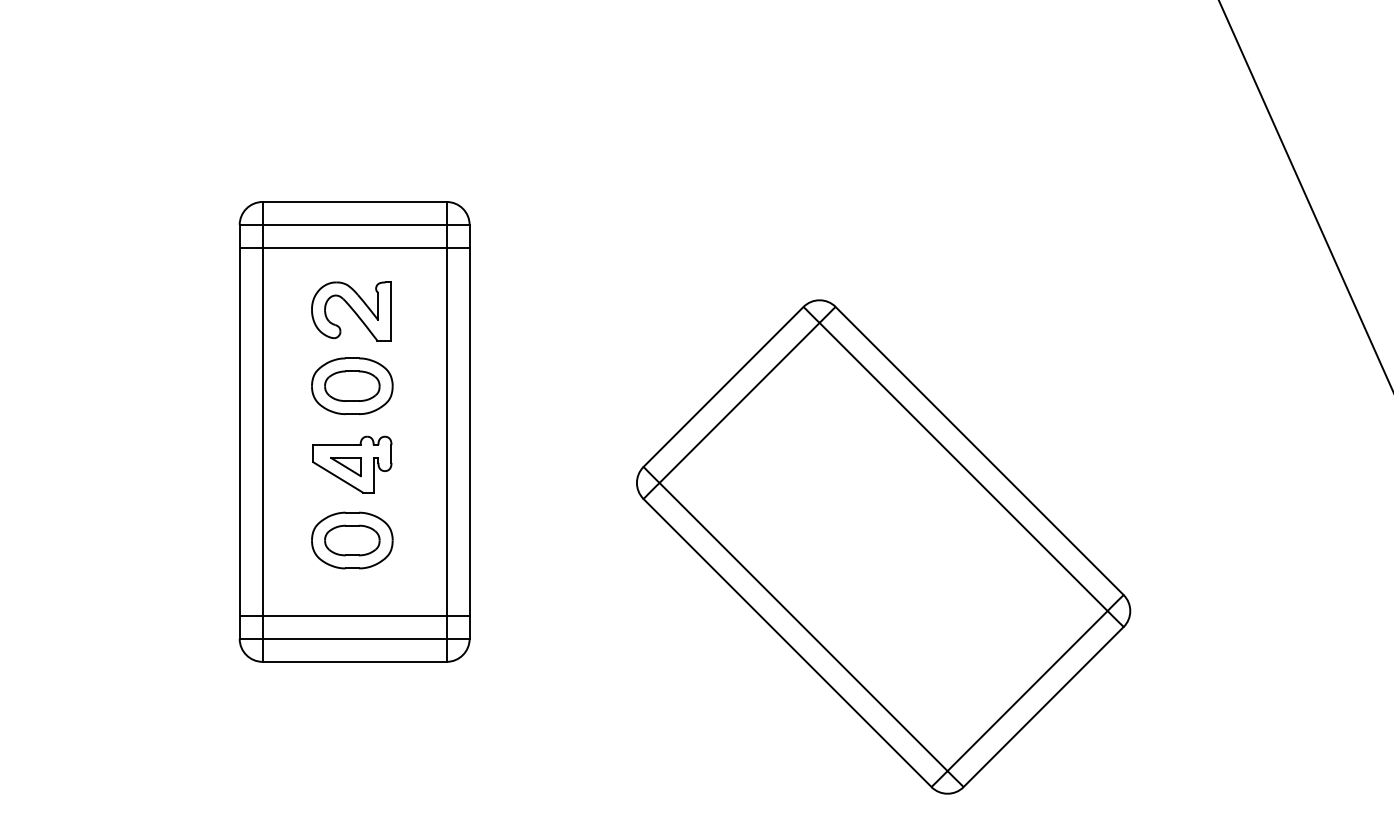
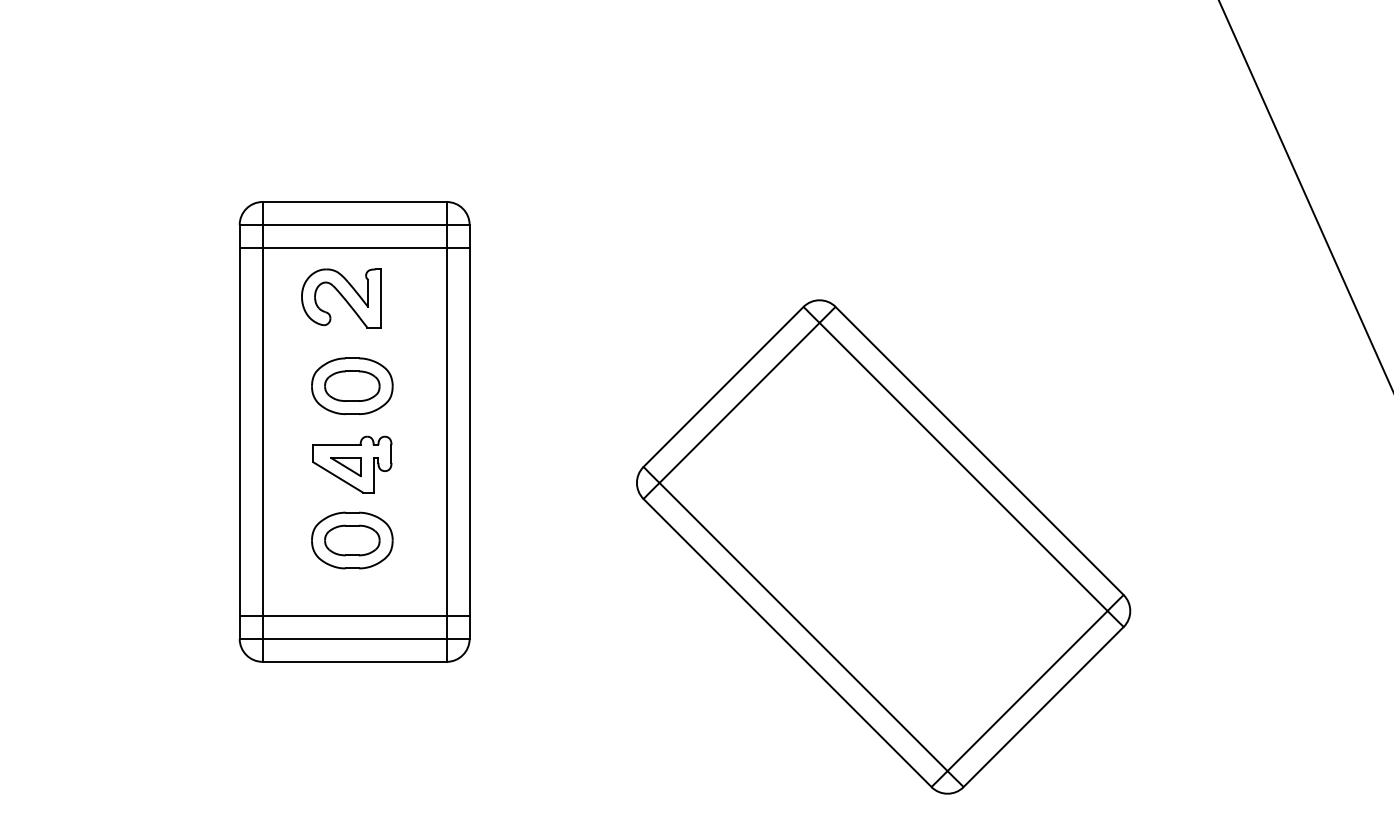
part at (351, 311) position: (351, 311) -> (341, 298)
